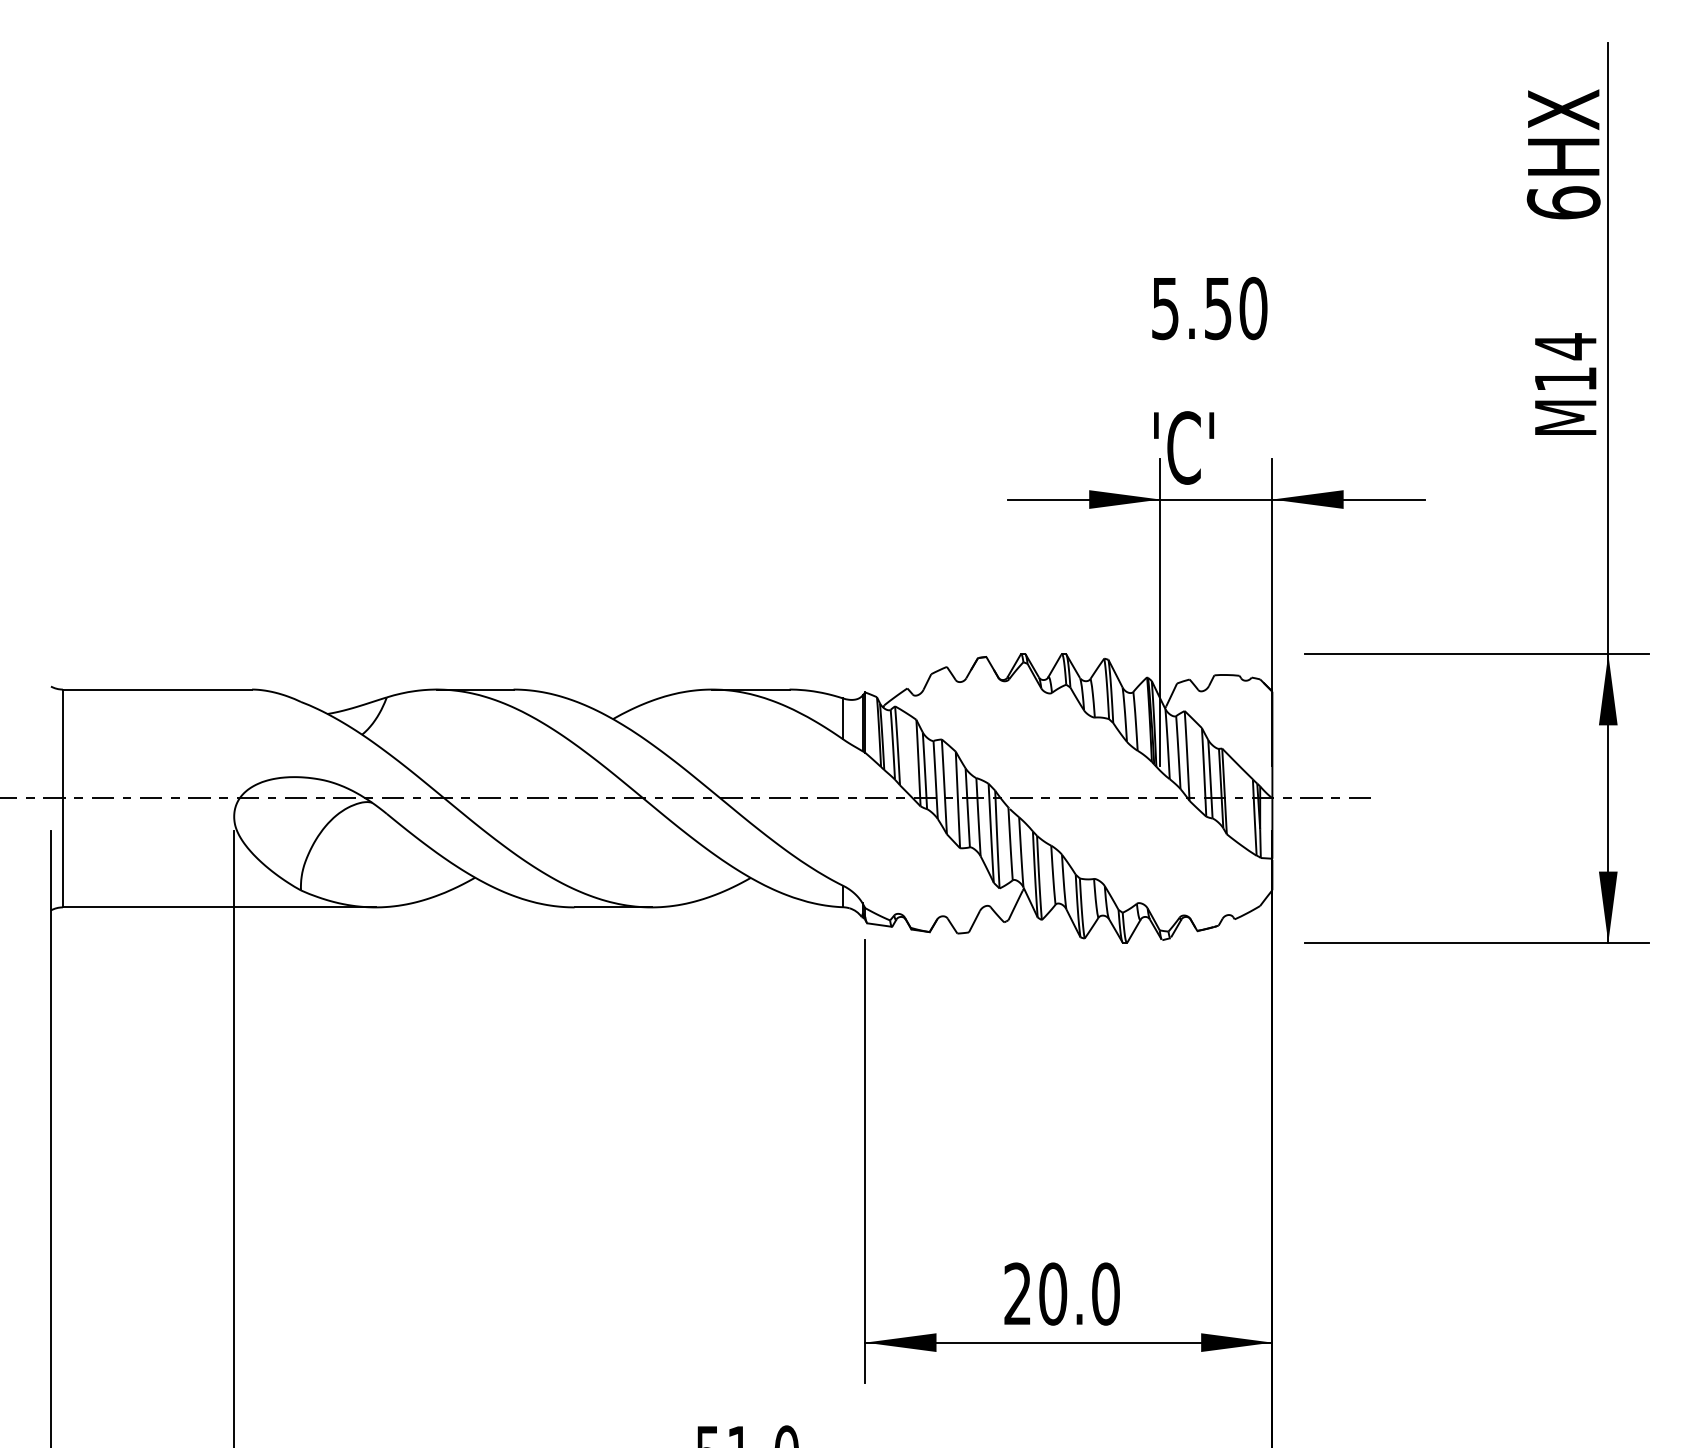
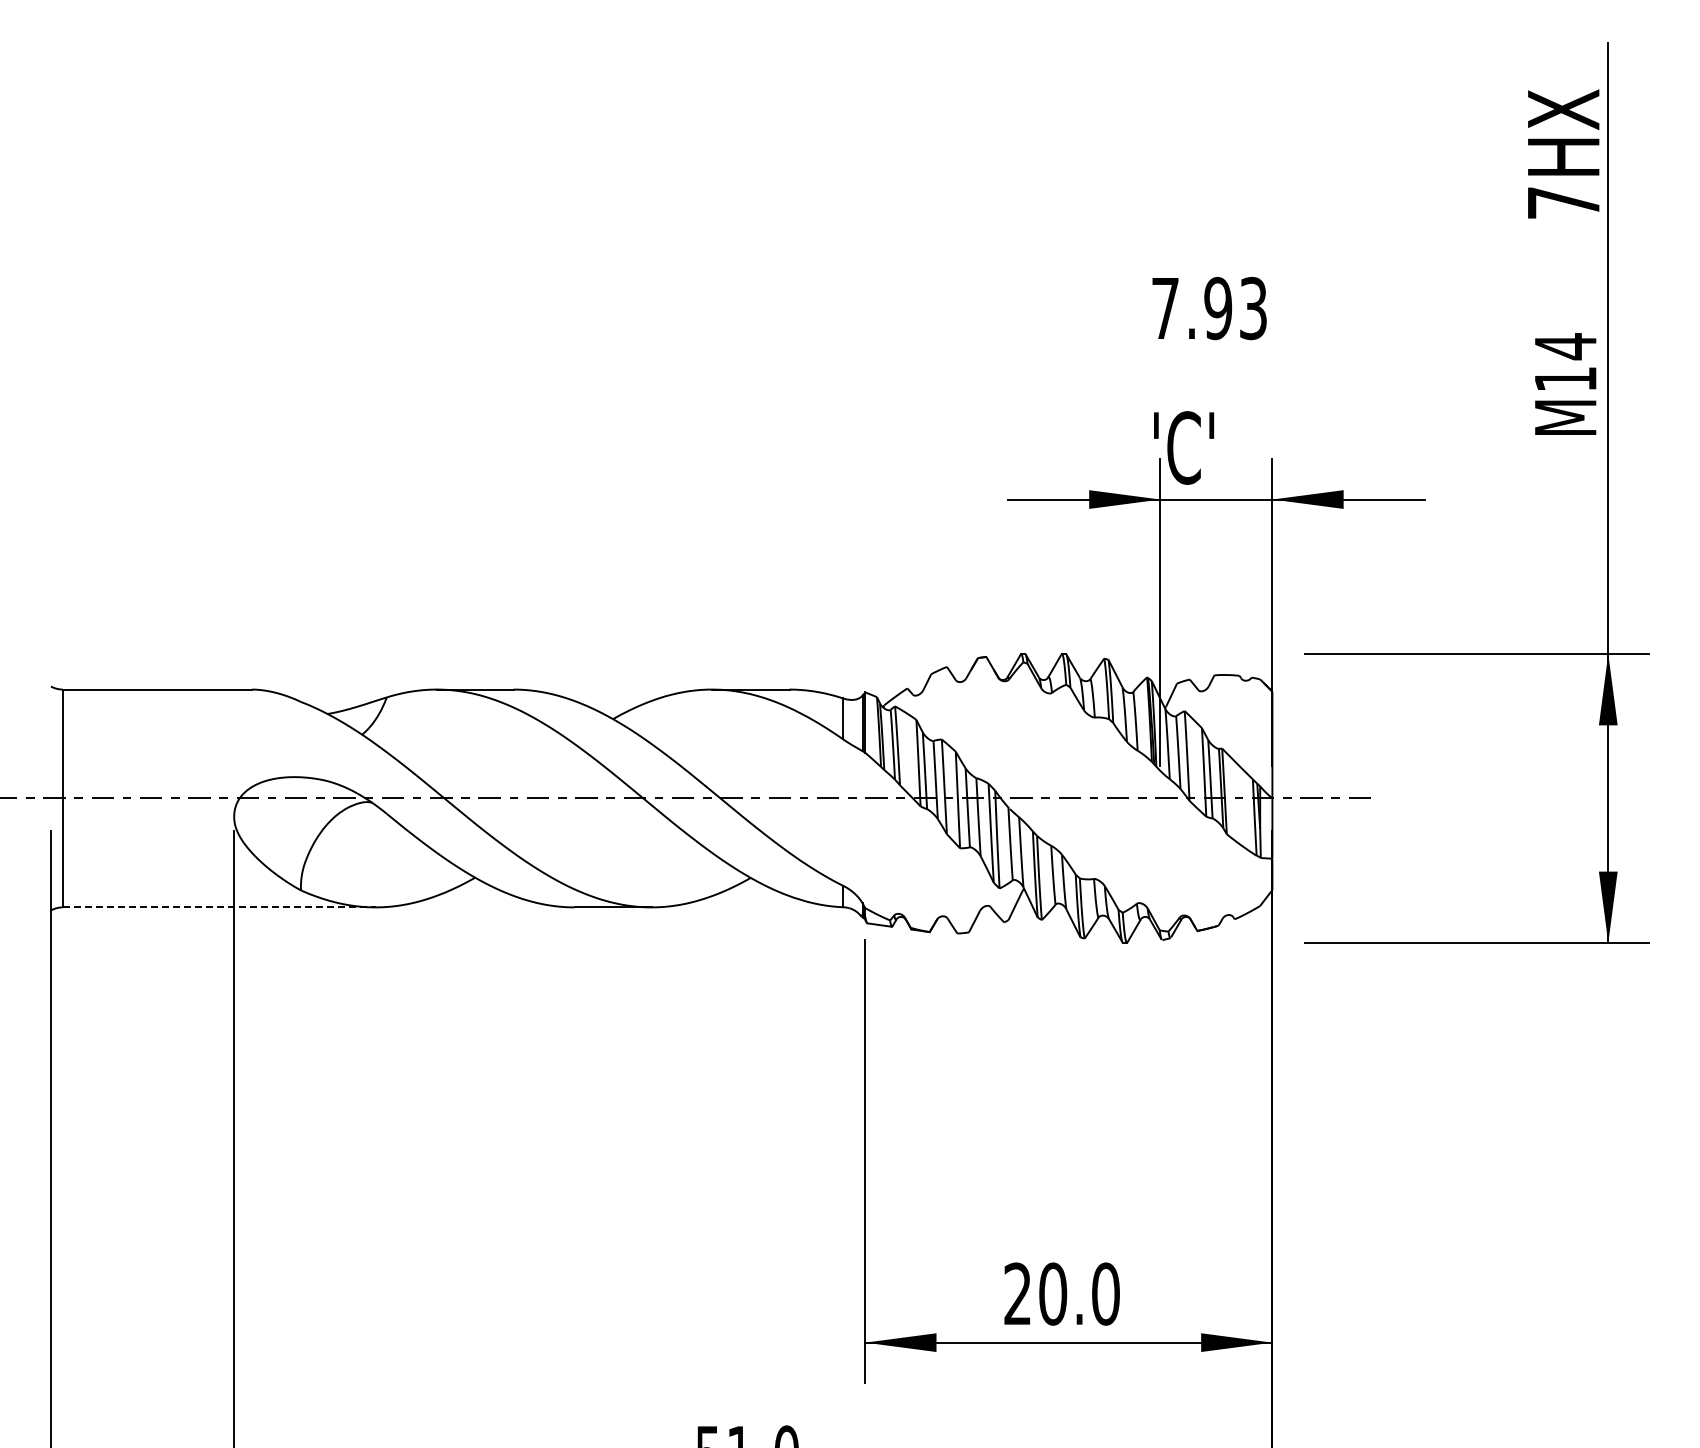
text at (1563, 202): 6HX -> 7HX
text at (1209, 308): 5.50 -> 7.93
line at (219, 907): solid -> dashed
